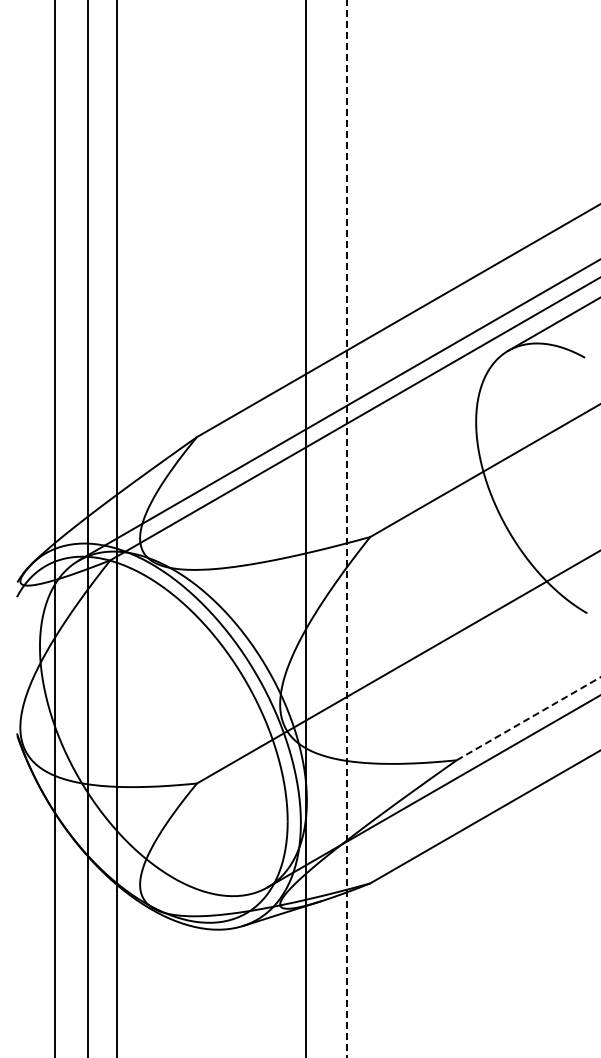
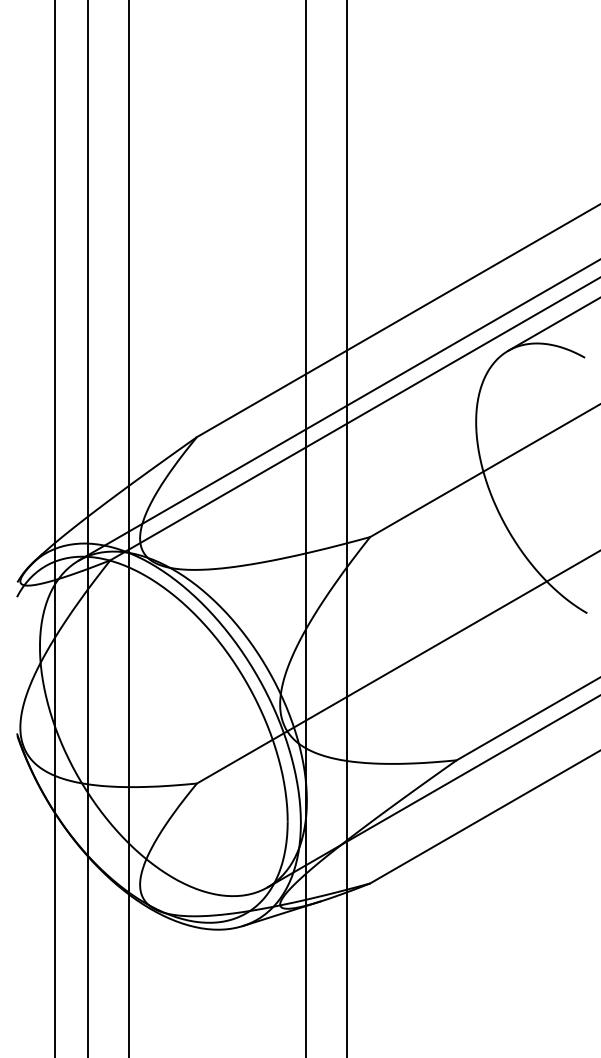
line at (117, 528) position: (117, 528) -> (129, 528)
line at (346, 528): dashed -> solid
line at (528, 718): dashed -> solid
